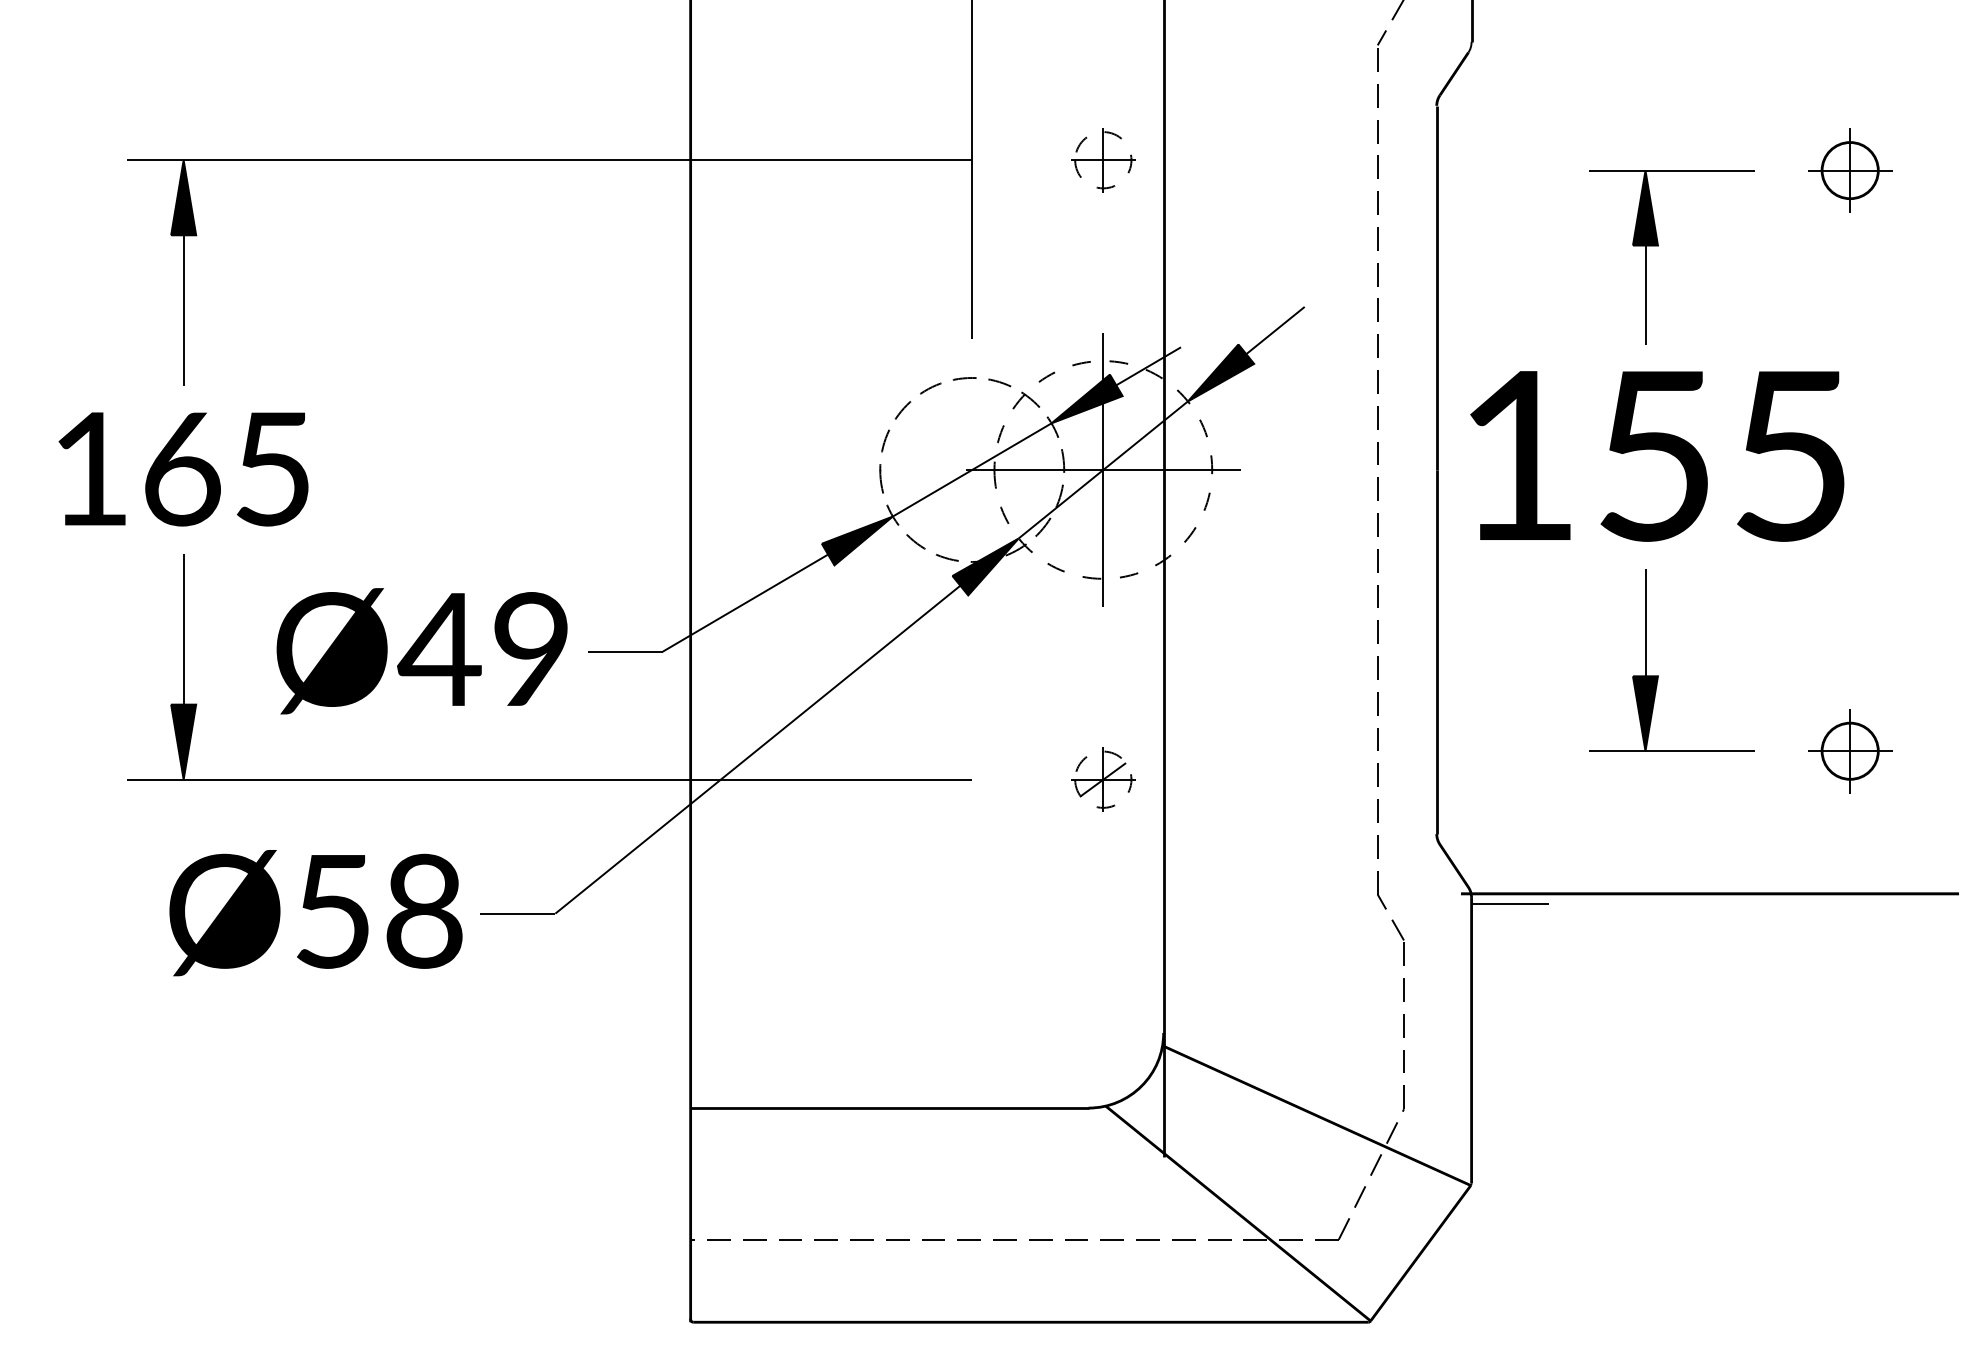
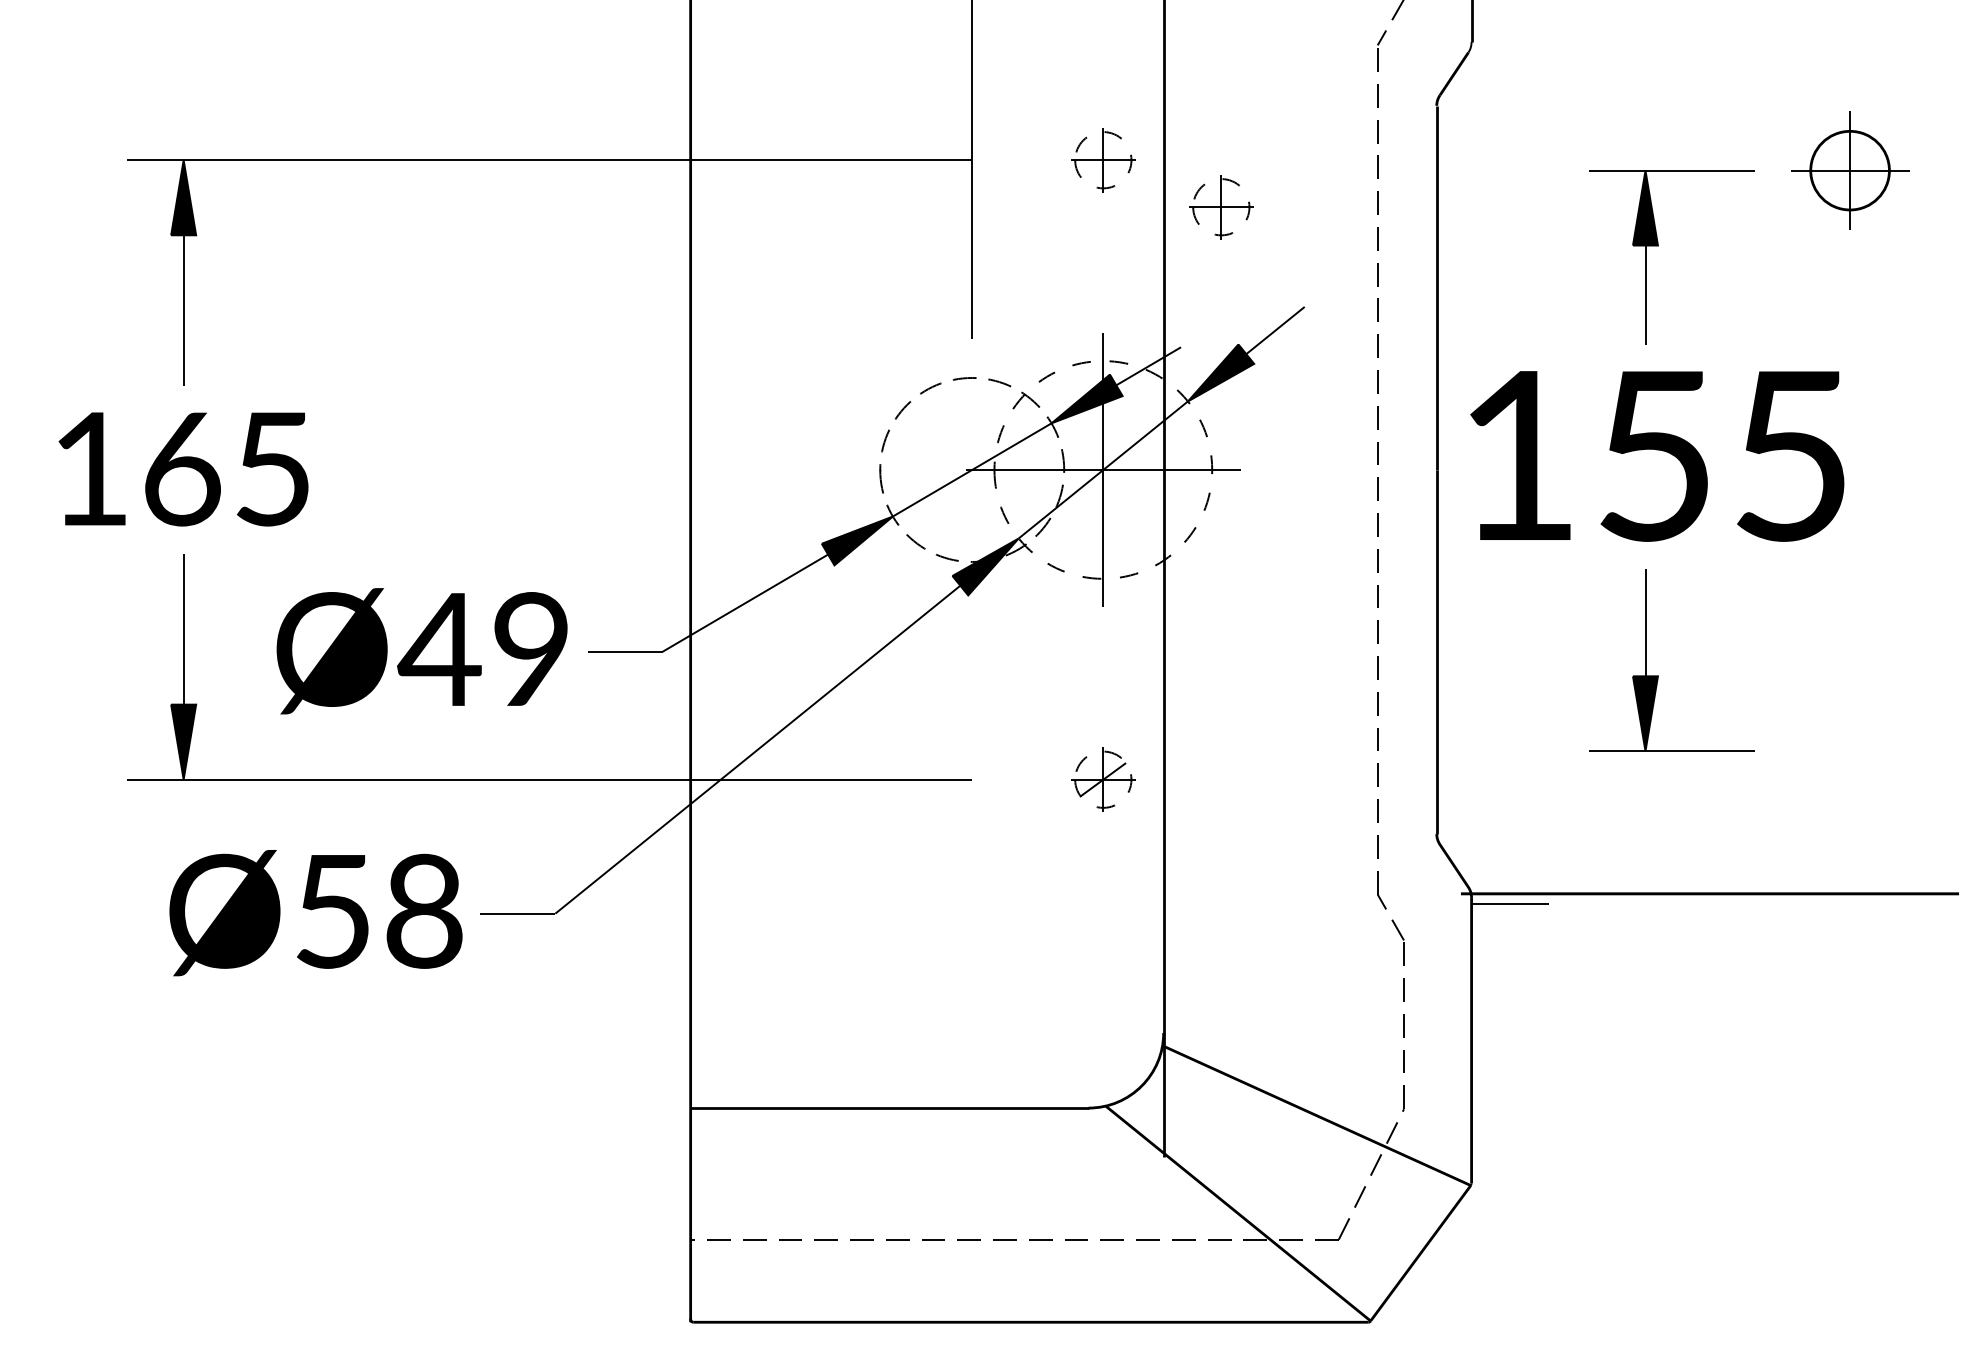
part at (1850, 170) size: 85x85 px -> 119x119 px
part at (1221, 207): none -> present
part at (1850, 751): present -> none
